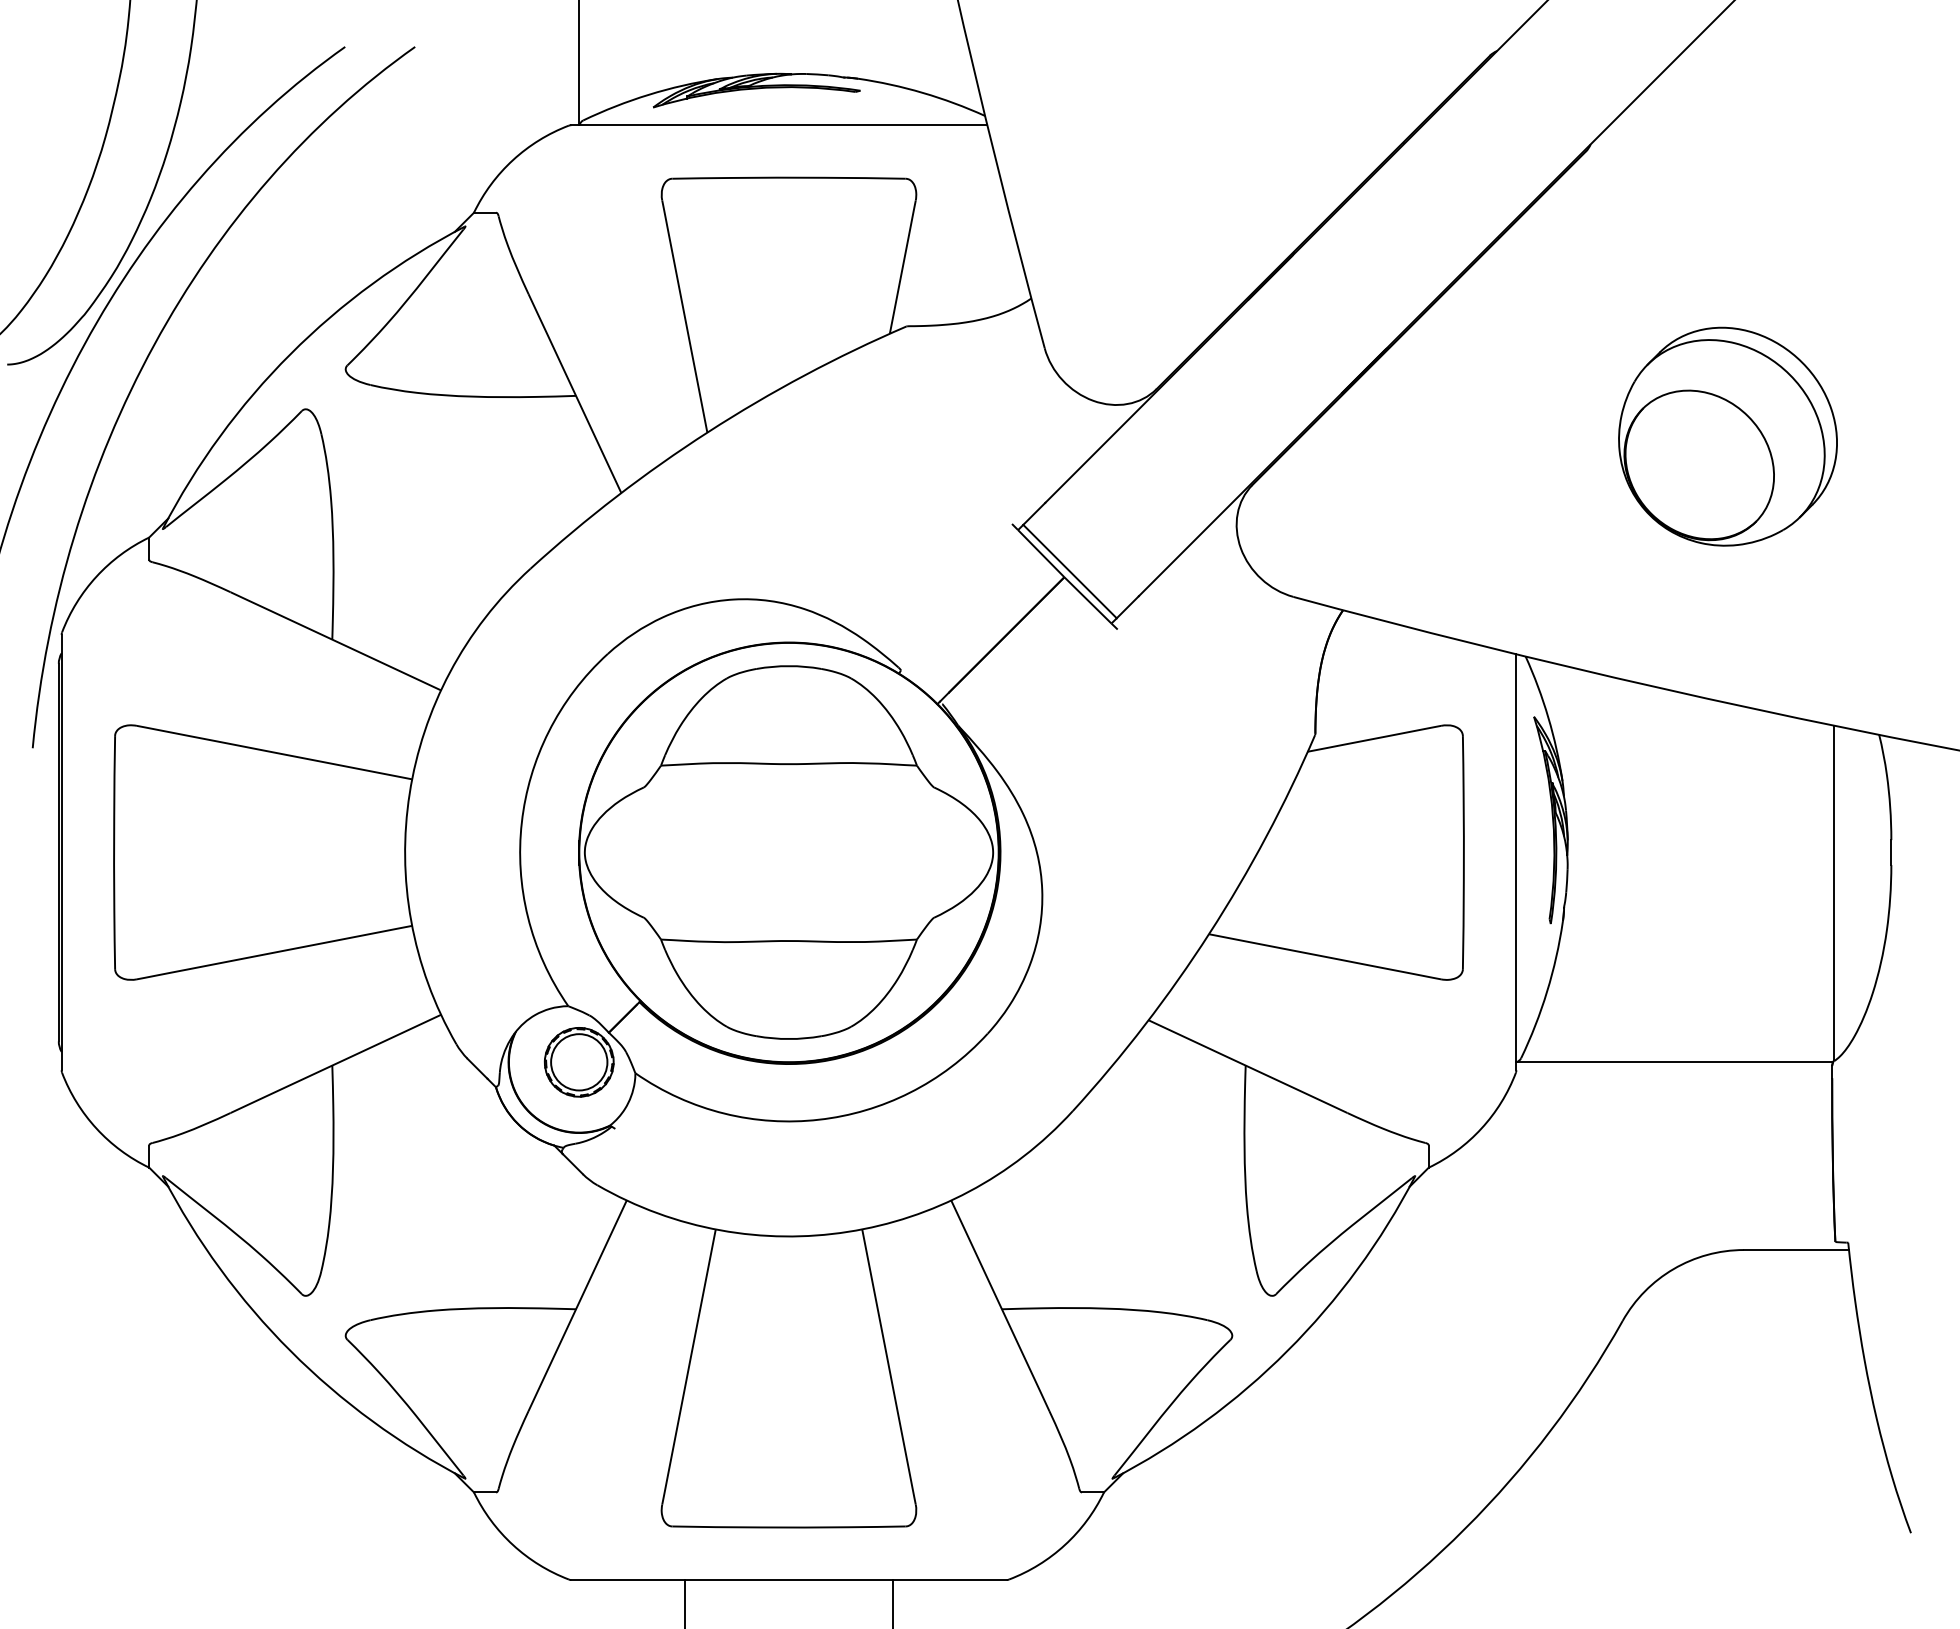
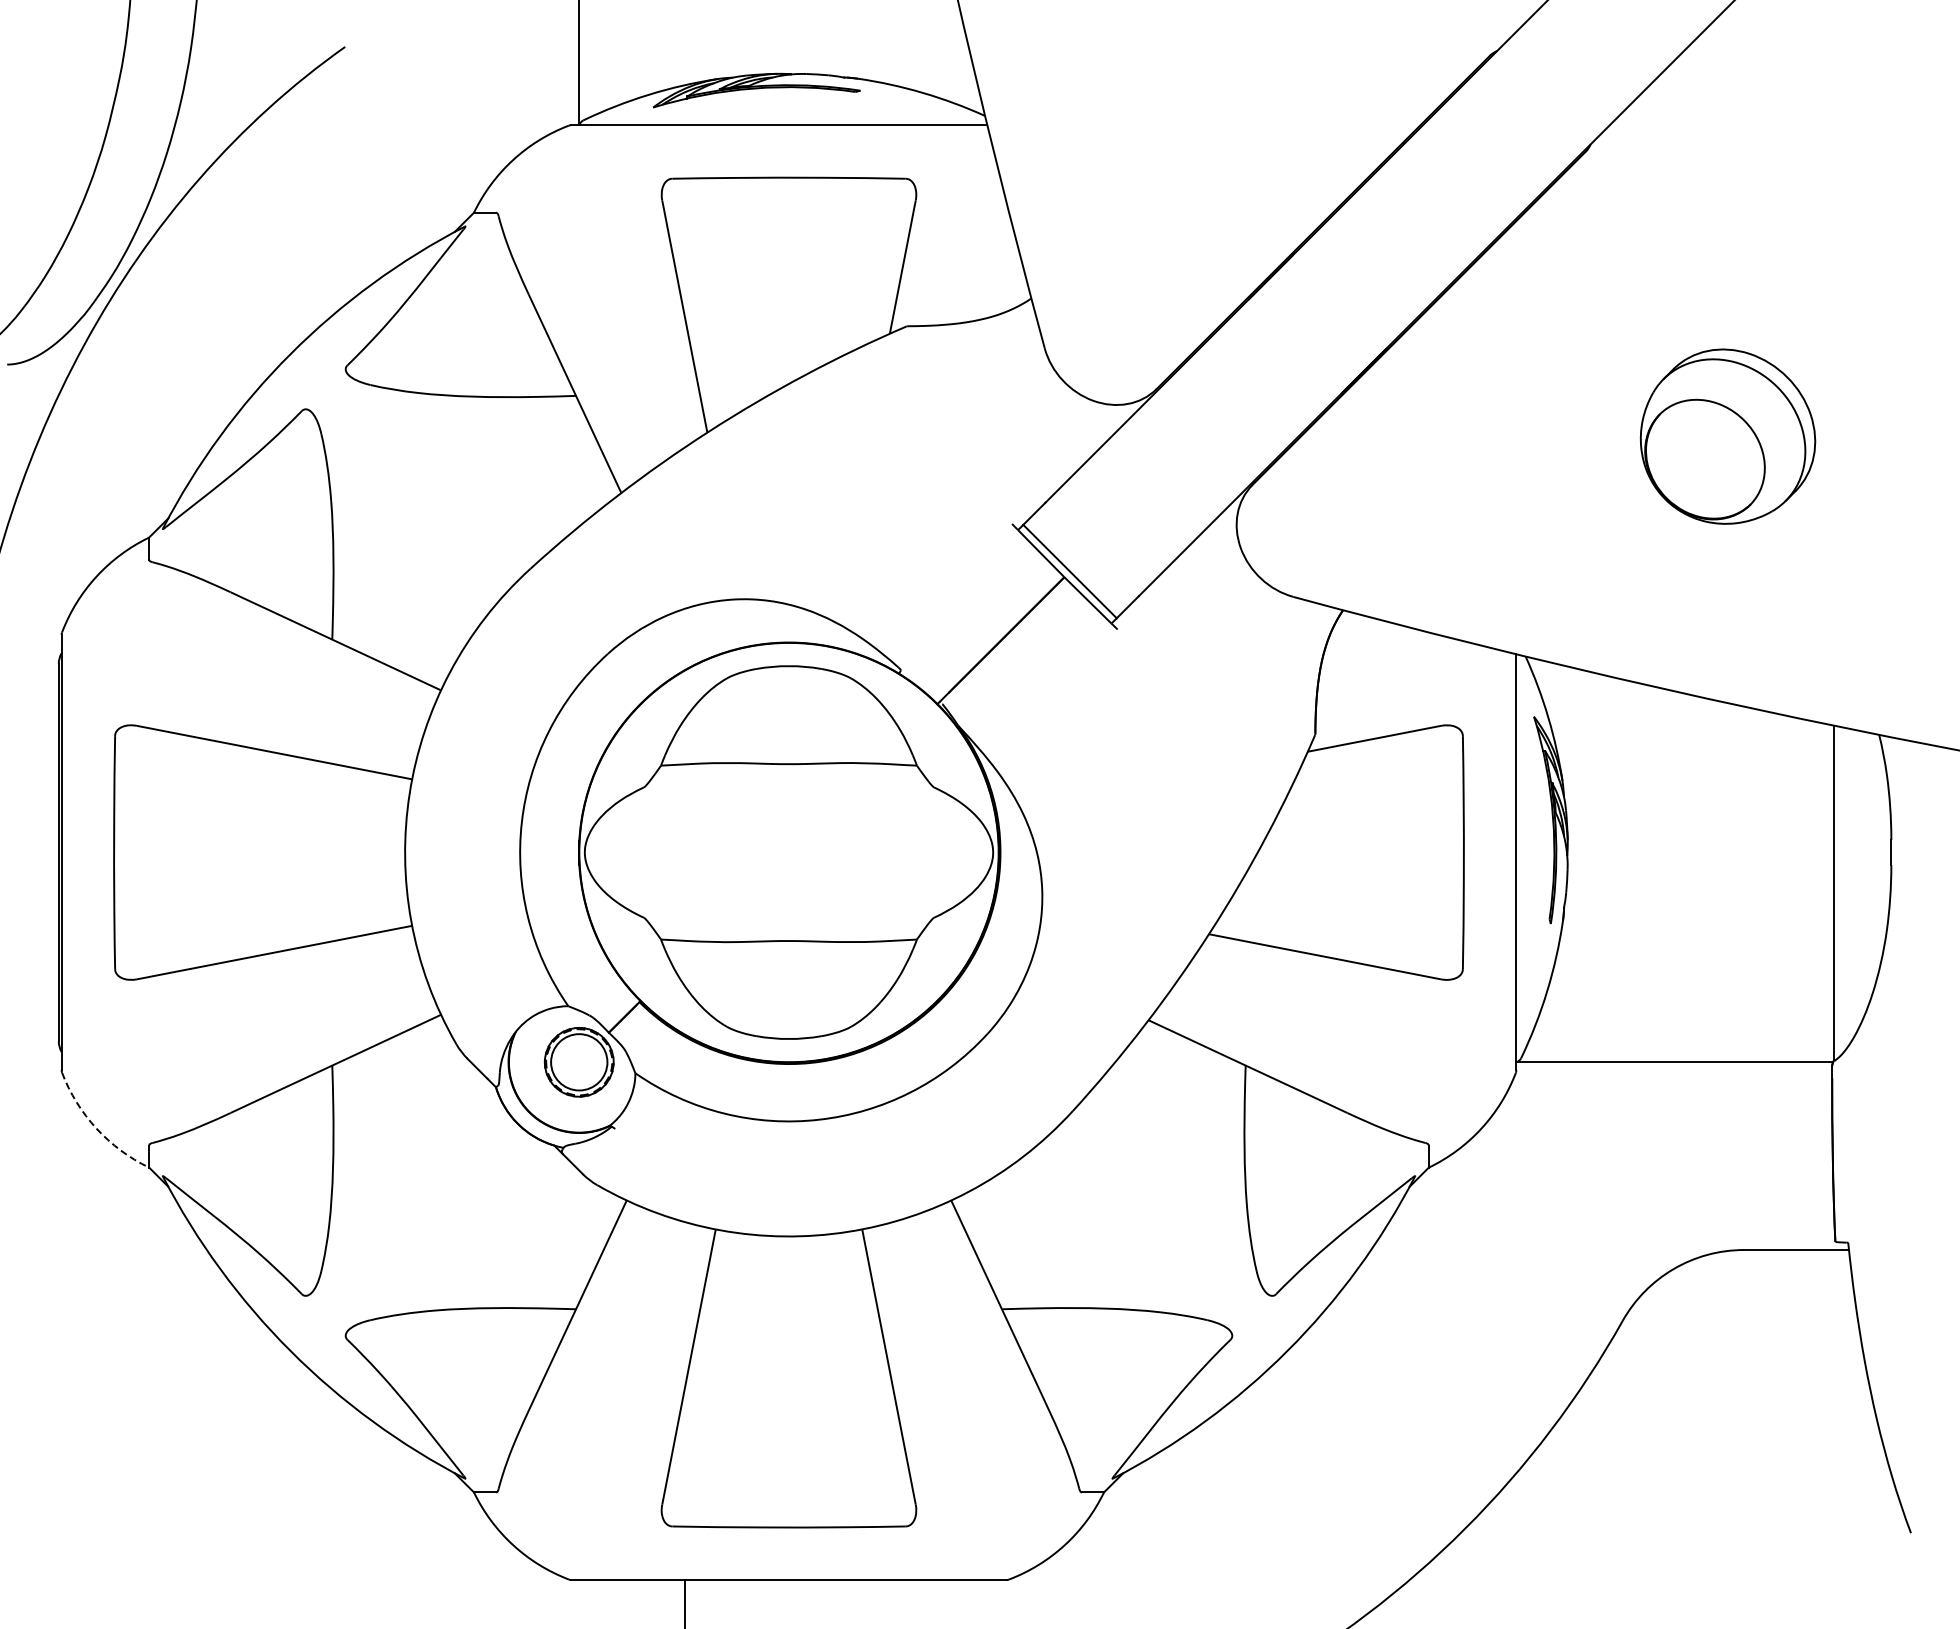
curve at (149, 356): present -> none
part at (1727, 436) size: 220x221 px -> 178x177 px
arc at (96, 1128): solid -> dashed
line at (893, 1602): present -> none
